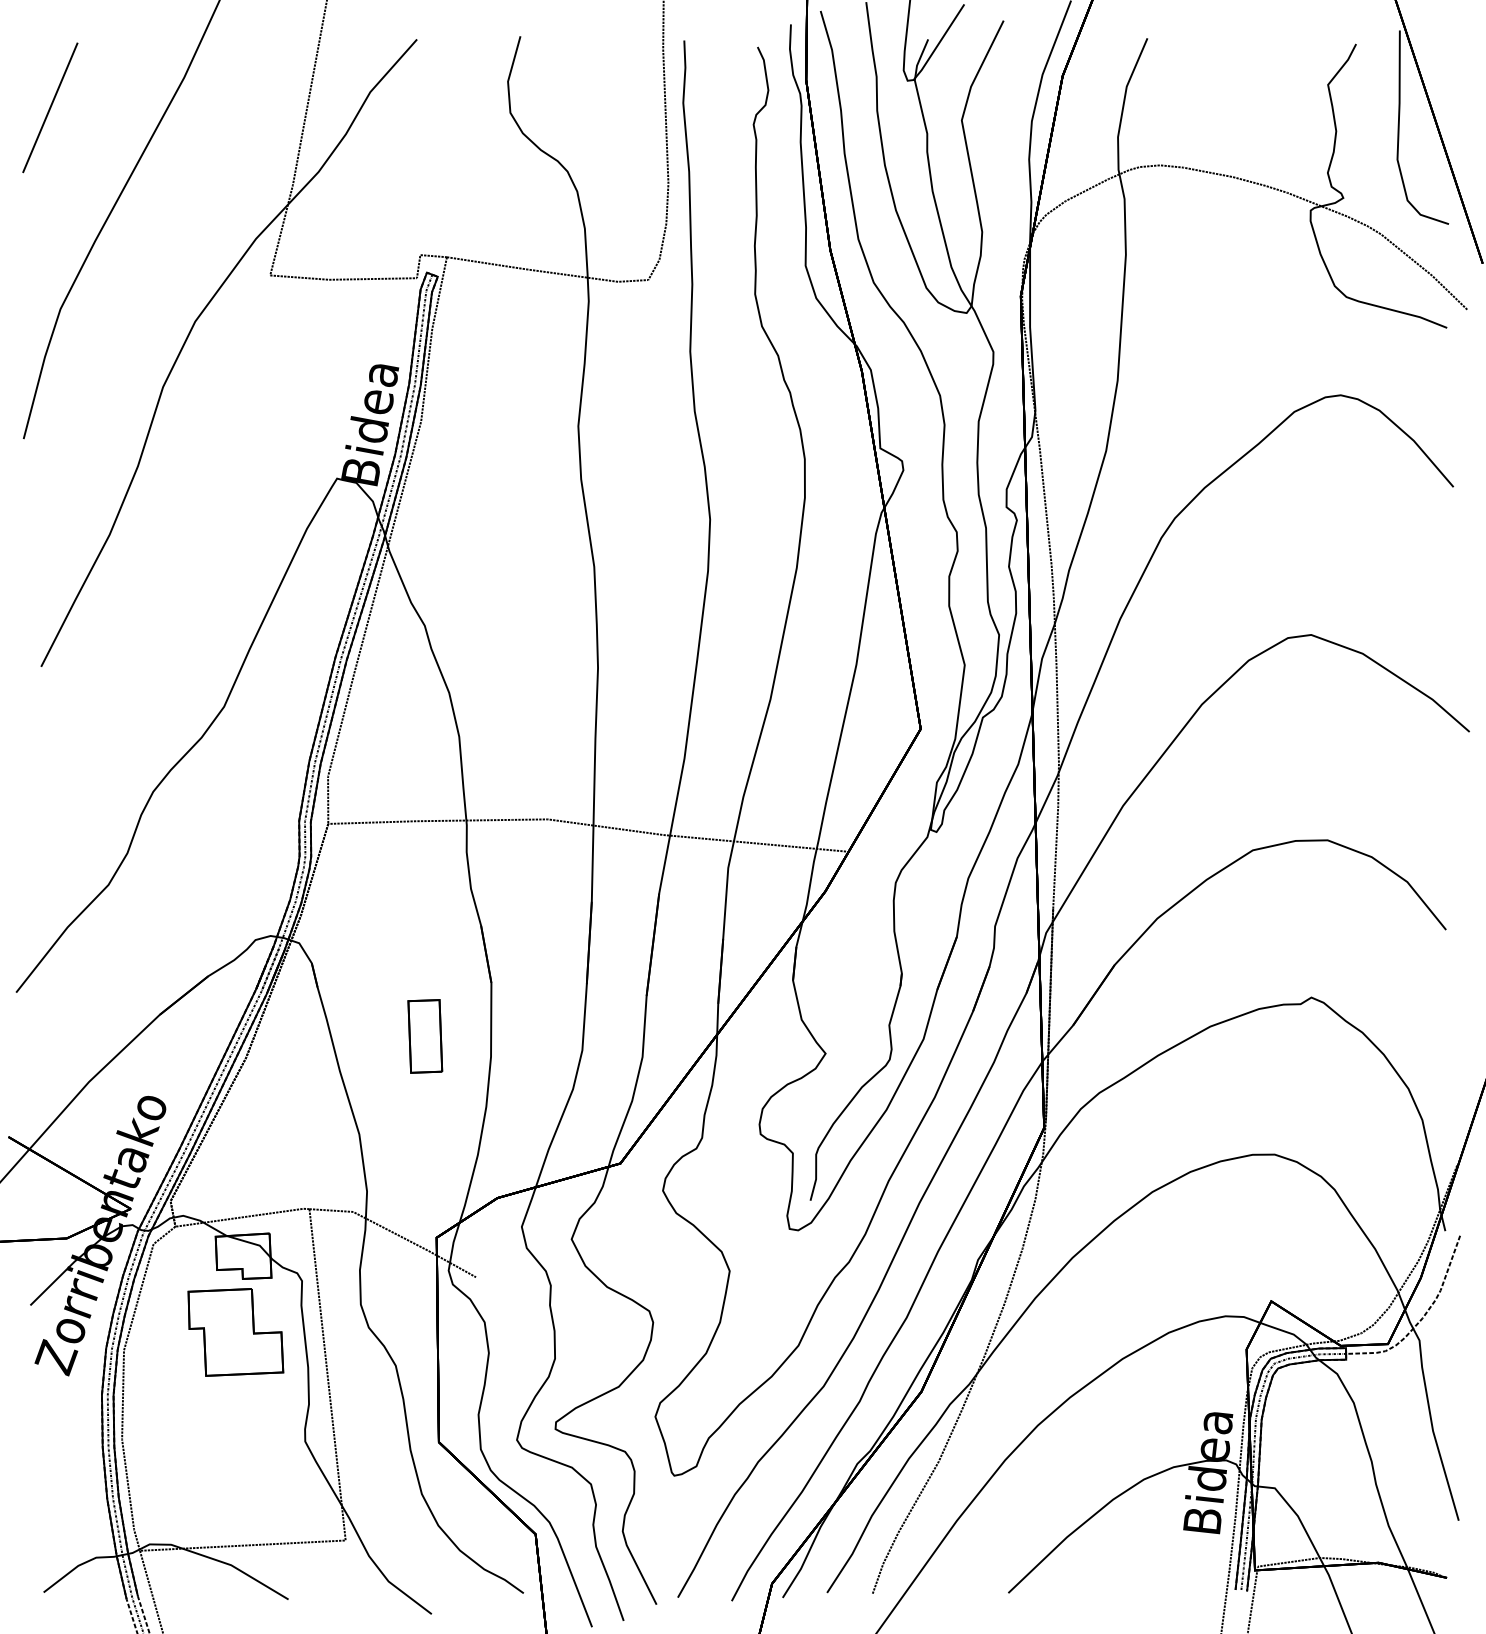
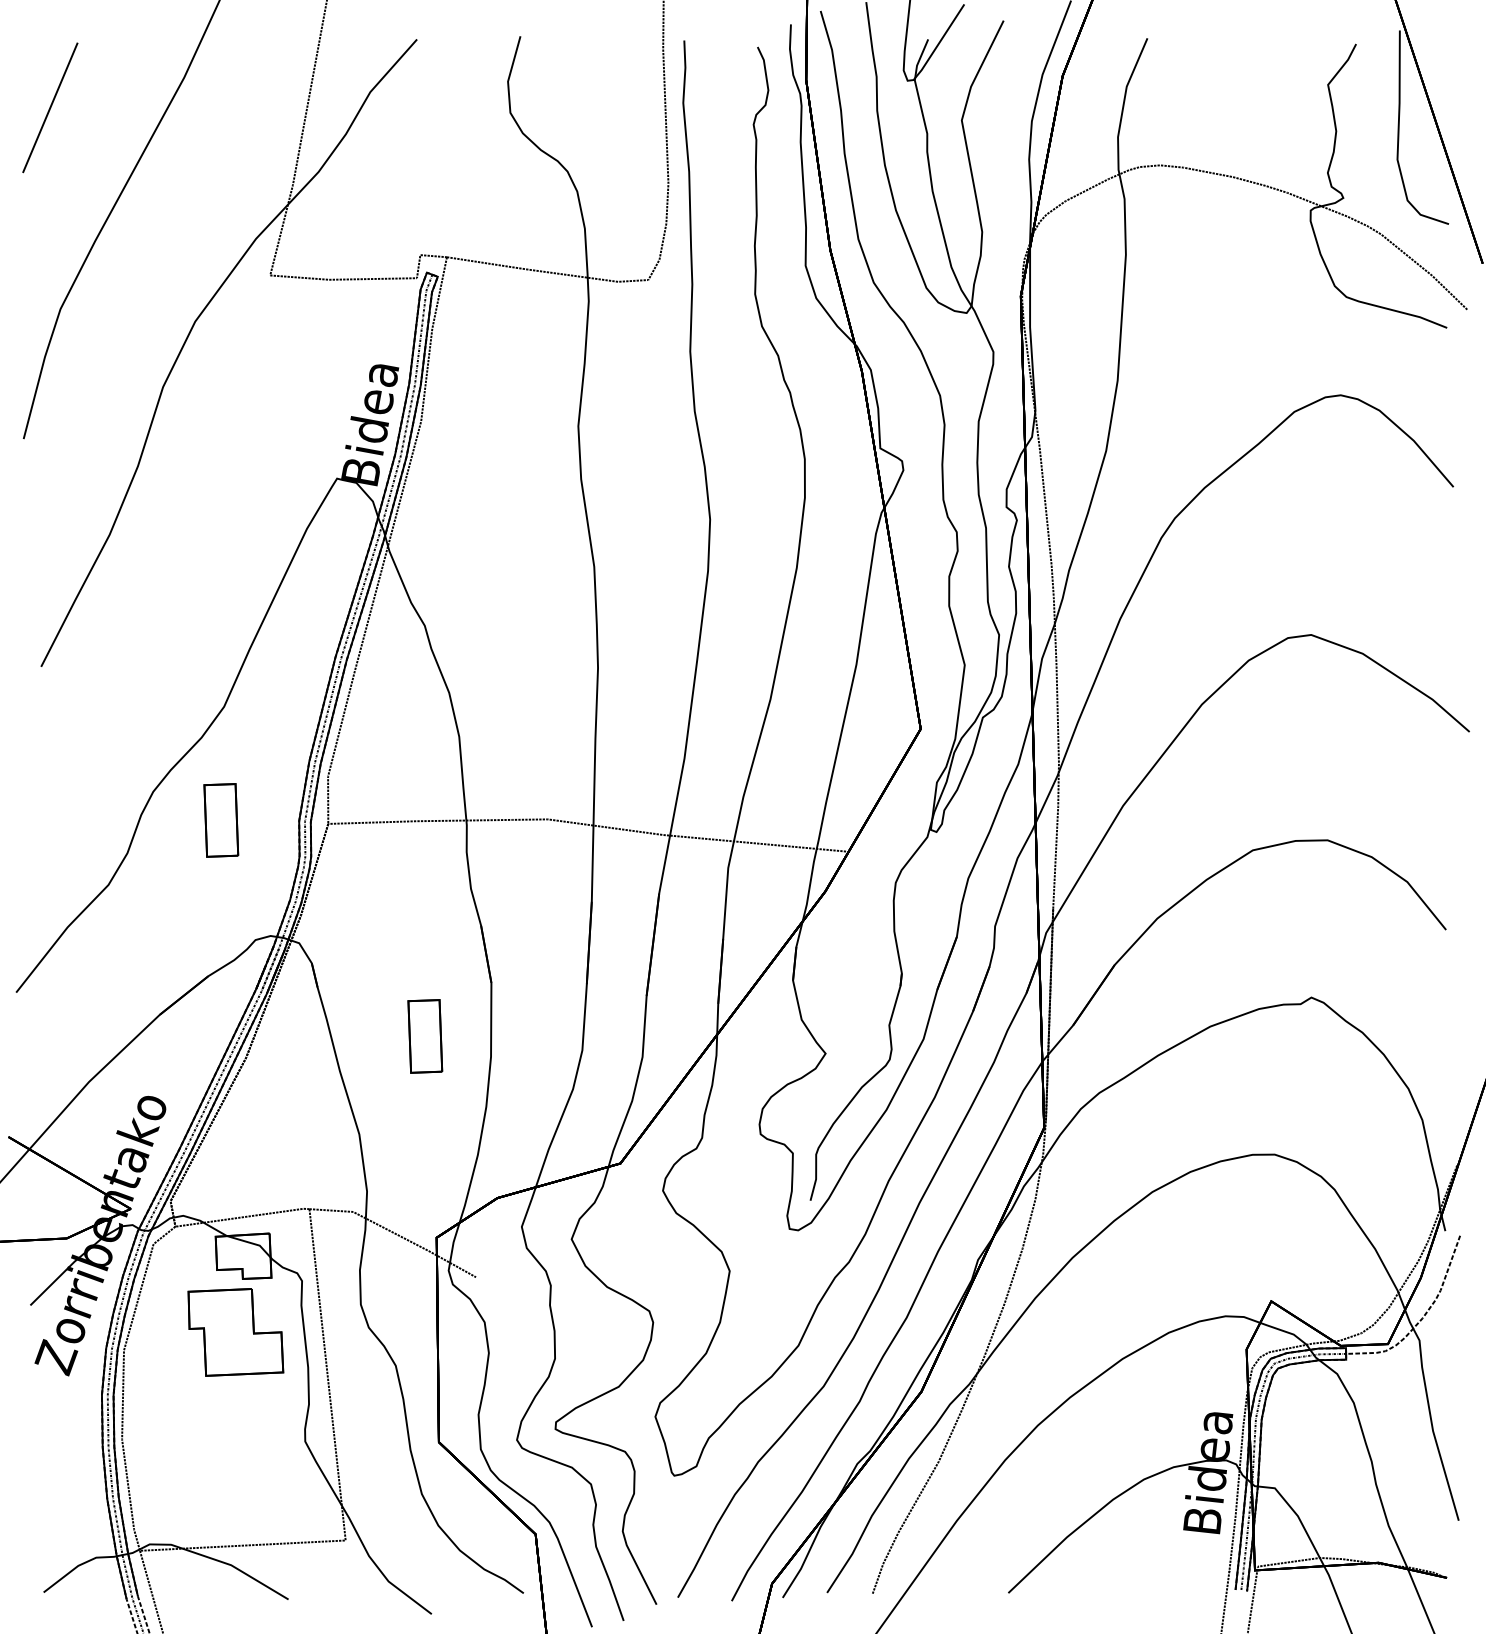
part at (221, 820): none -> present
